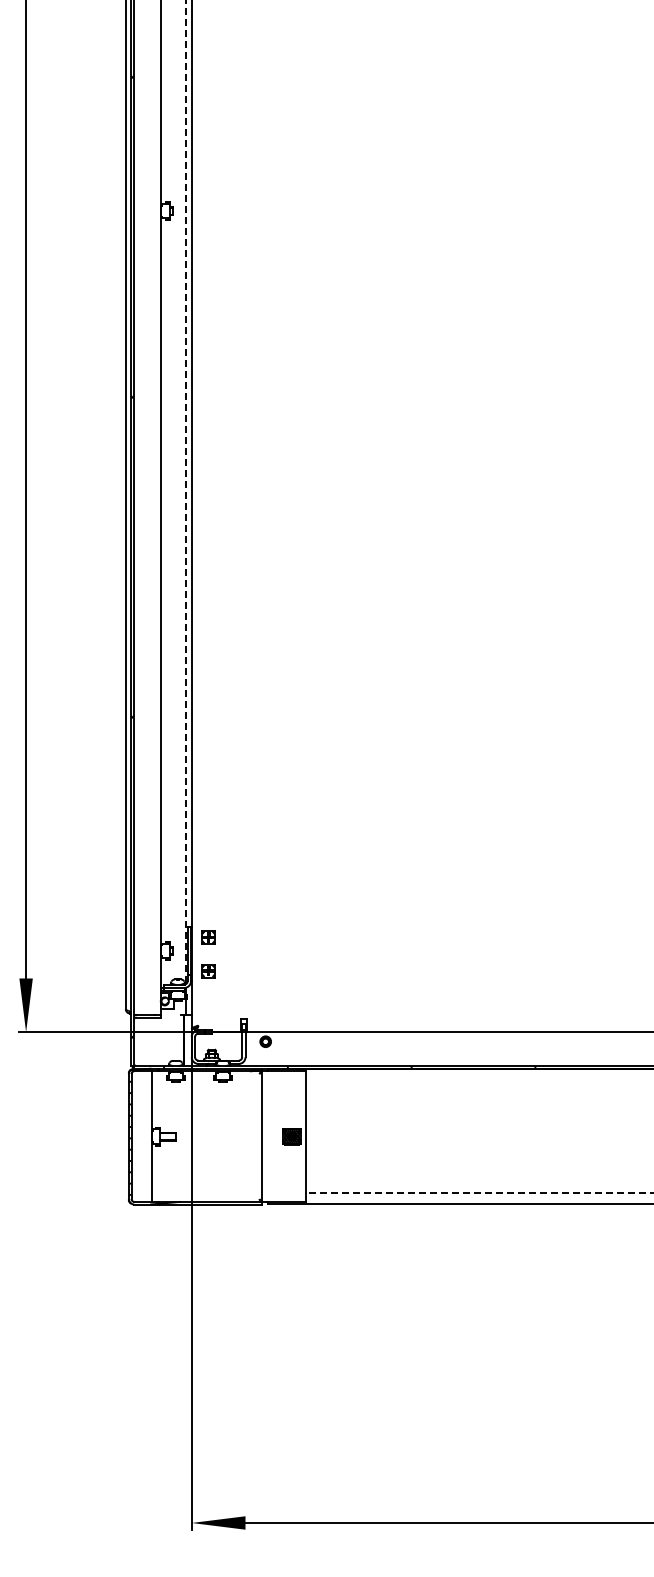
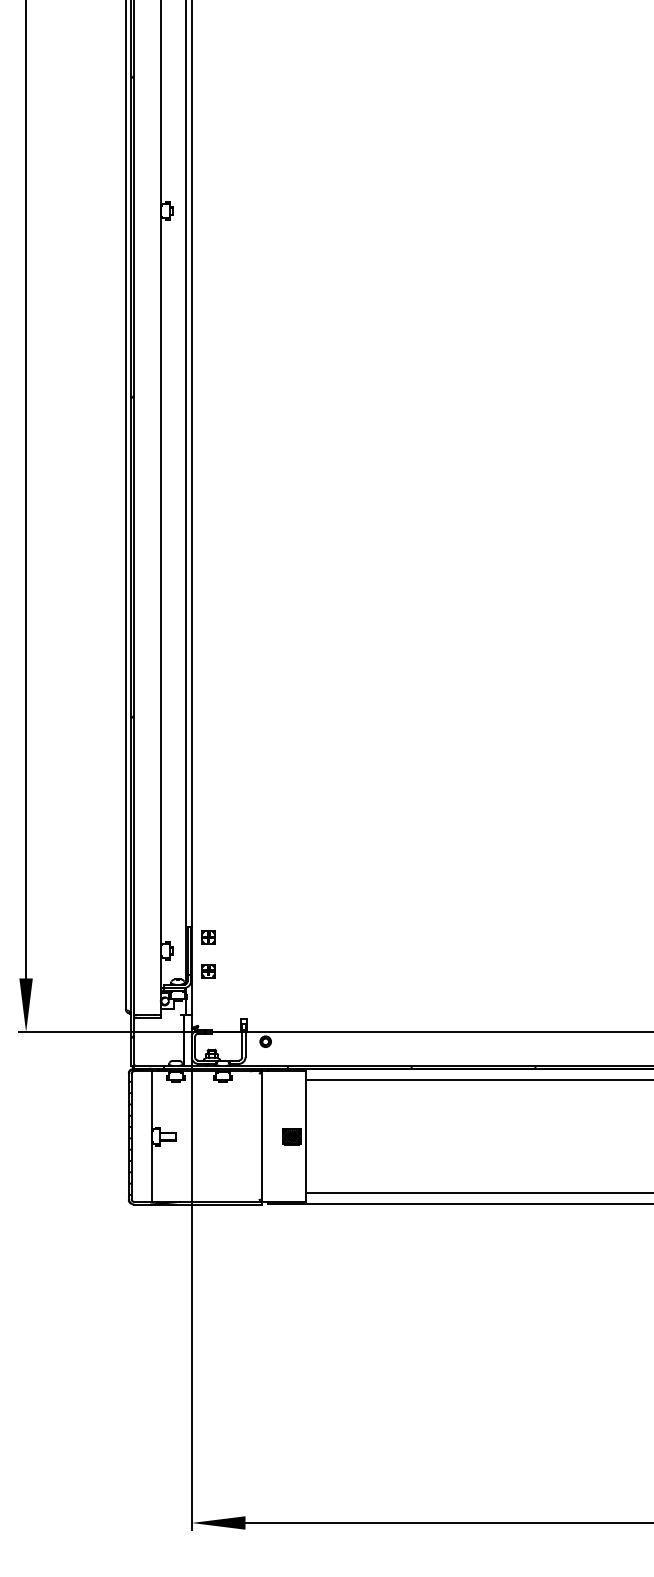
line at (186, 491): dashed -> solid
line at (478, 1080): none -> present
line at (479, 1193): dashed -> solid
